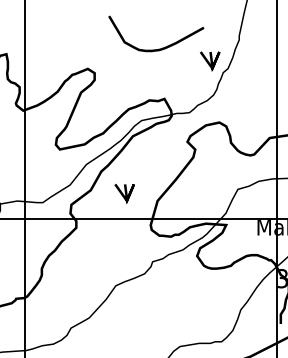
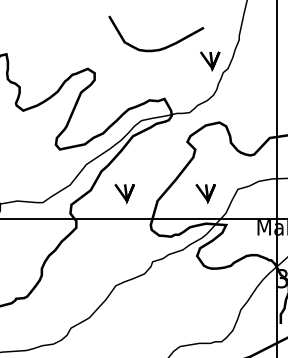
line at (25, 178): present -> none
line at (204, 194): none -> present
